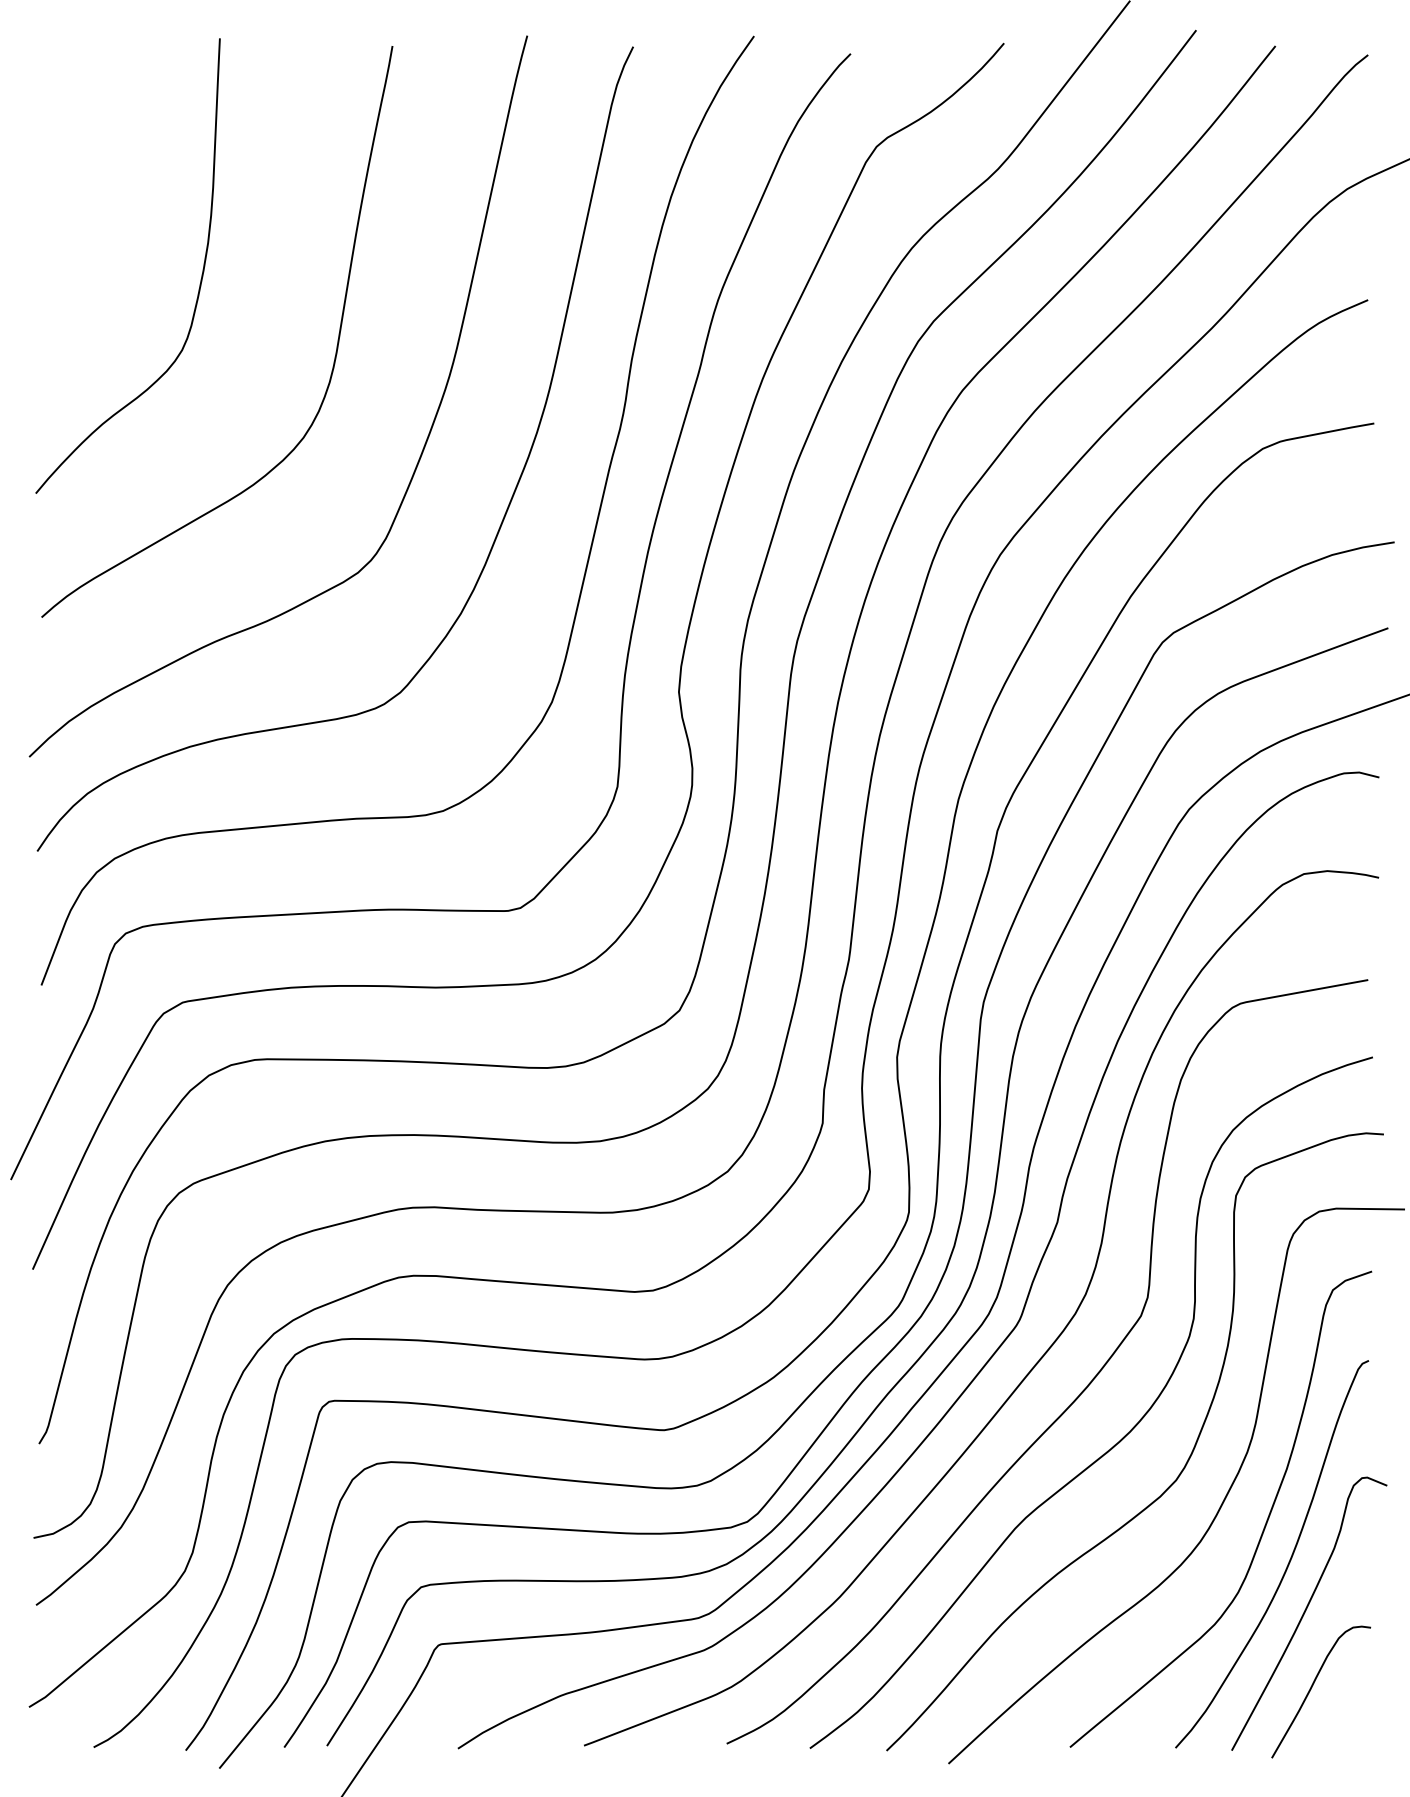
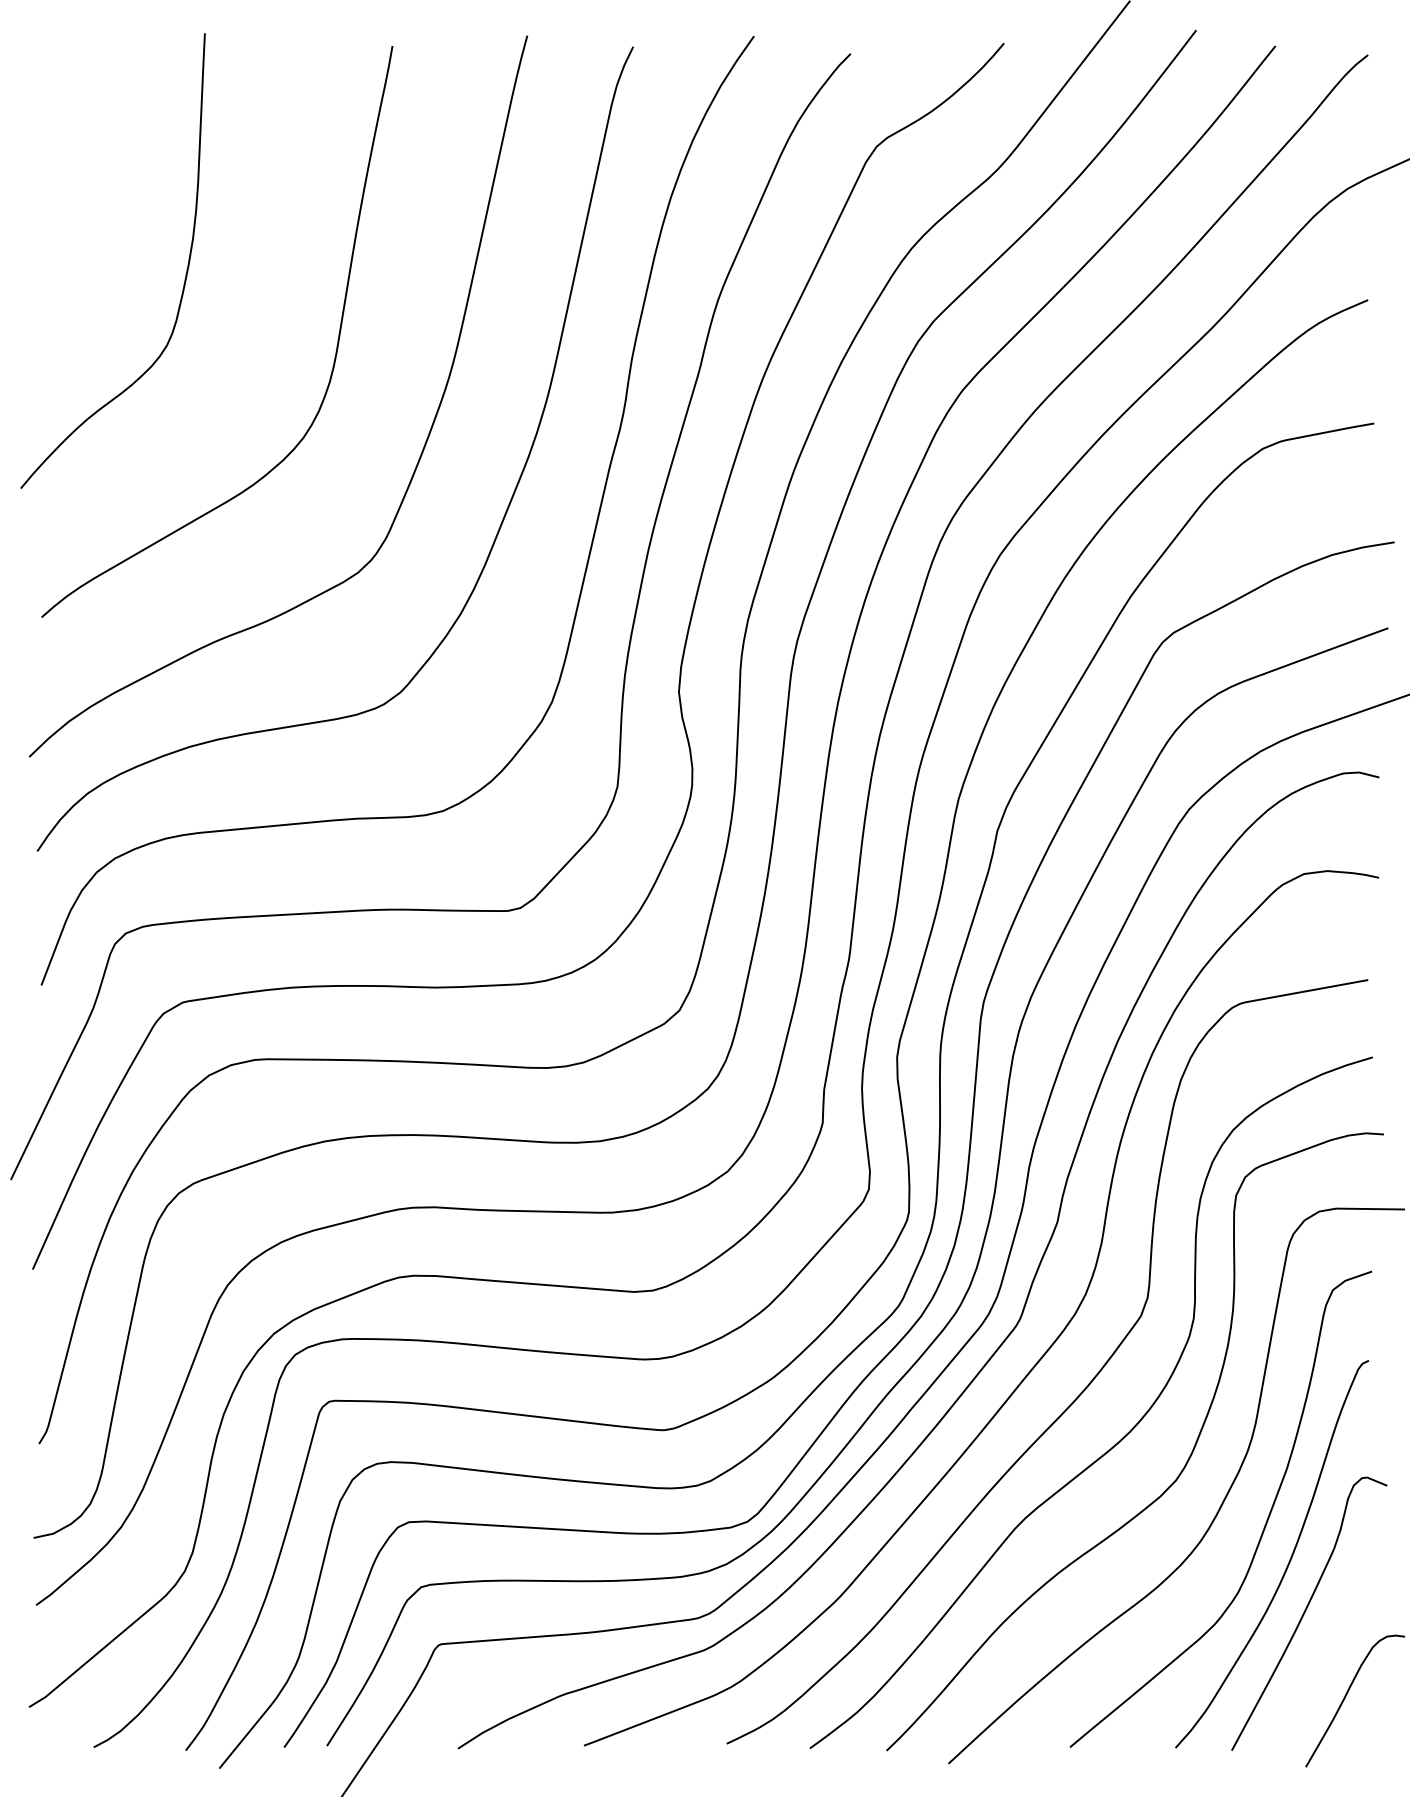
curve at (200, 279) position: (200, 279) -> (185, 274)
curve at (1312, 1687) position: (1312, 1687) -> (1346, 1696)
